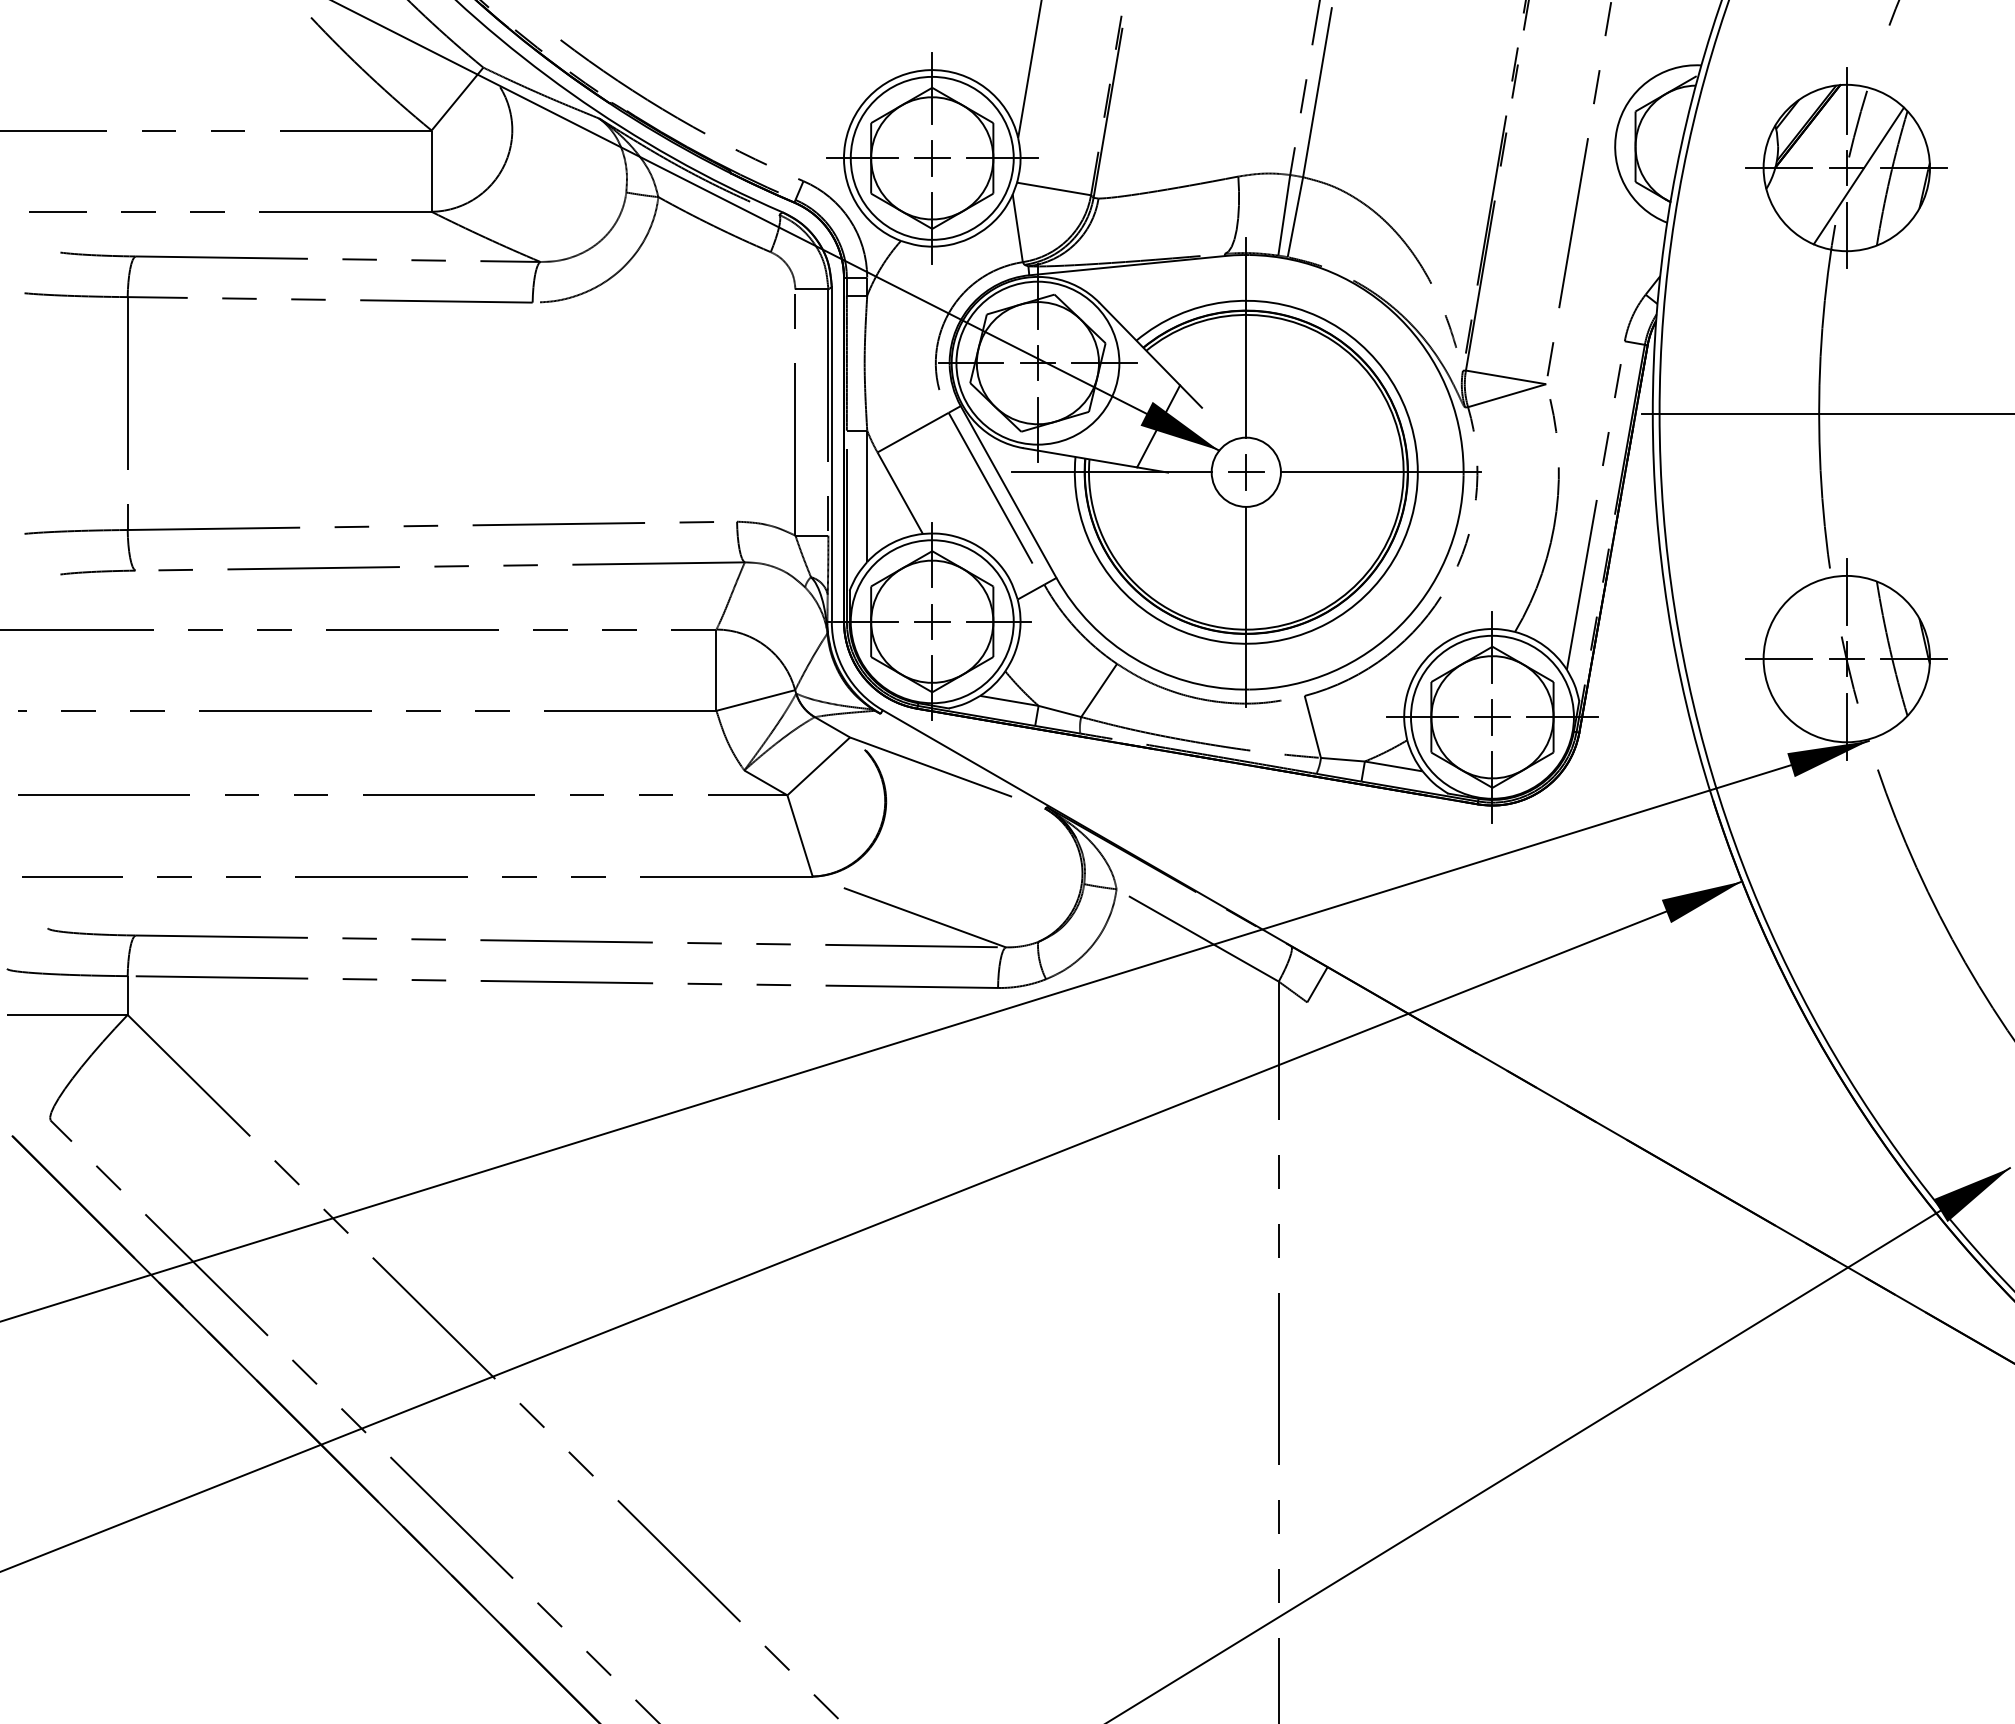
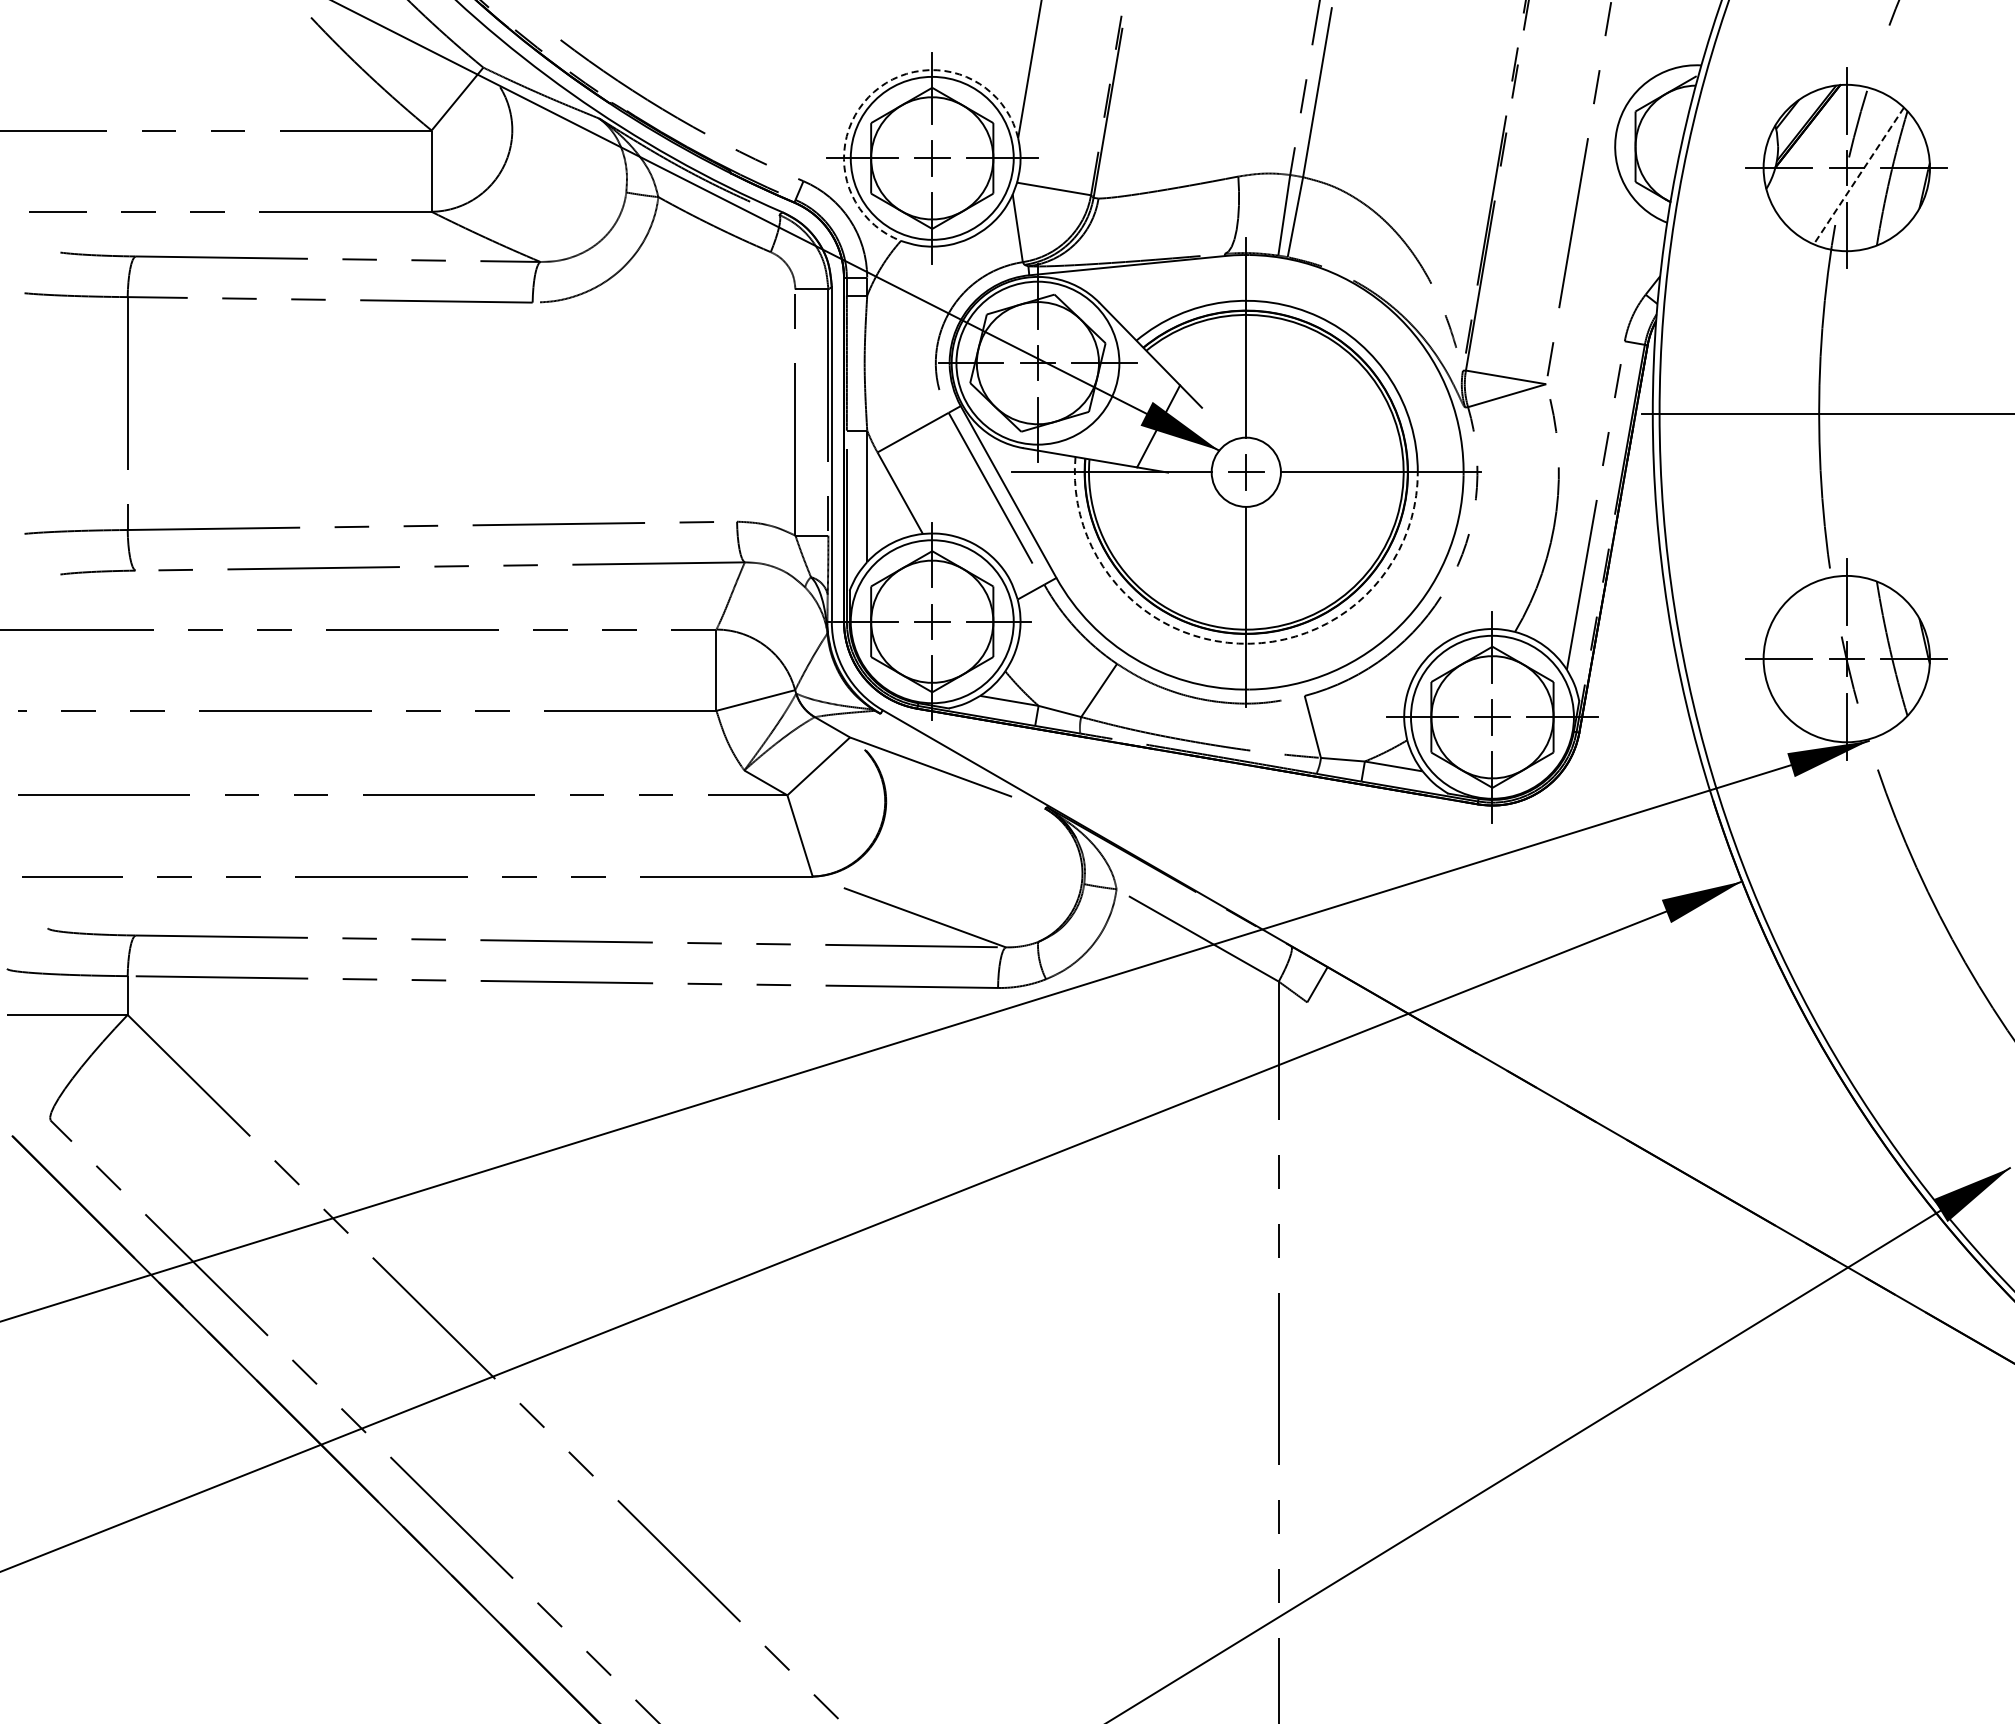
arc at (874, 92): solid -> dashed
line at (1858, 176): solid -> dashed
arc at (1238, 643): solid -> dashed
